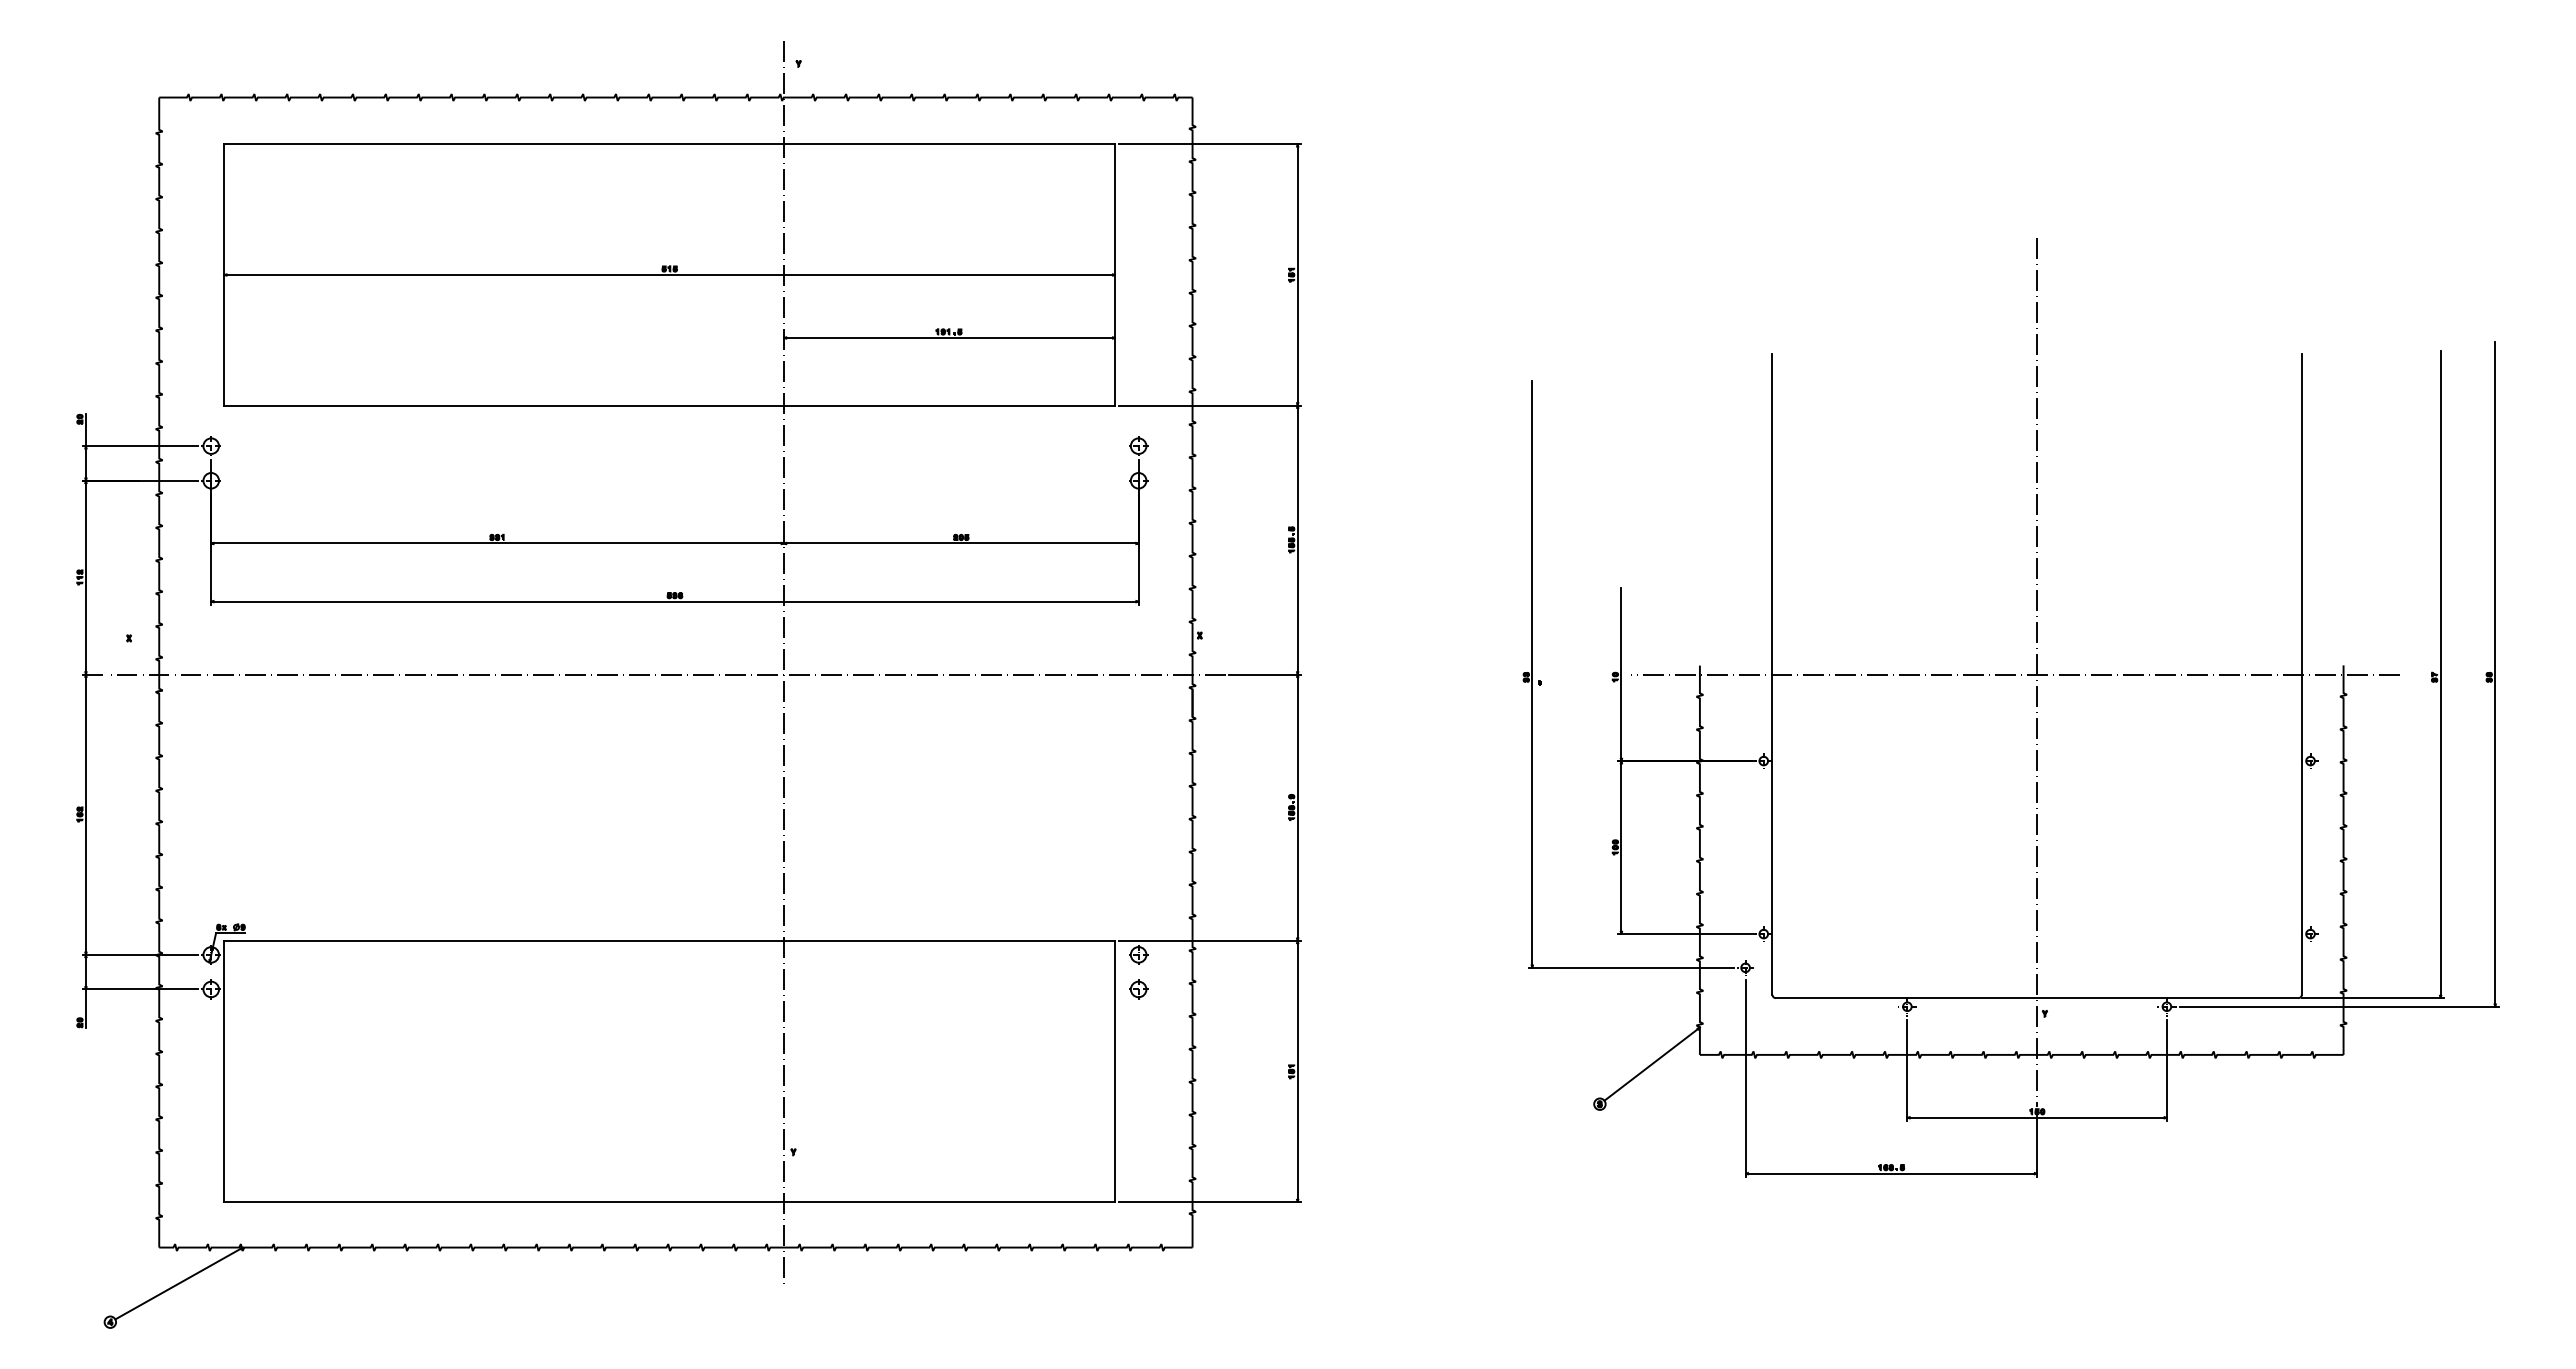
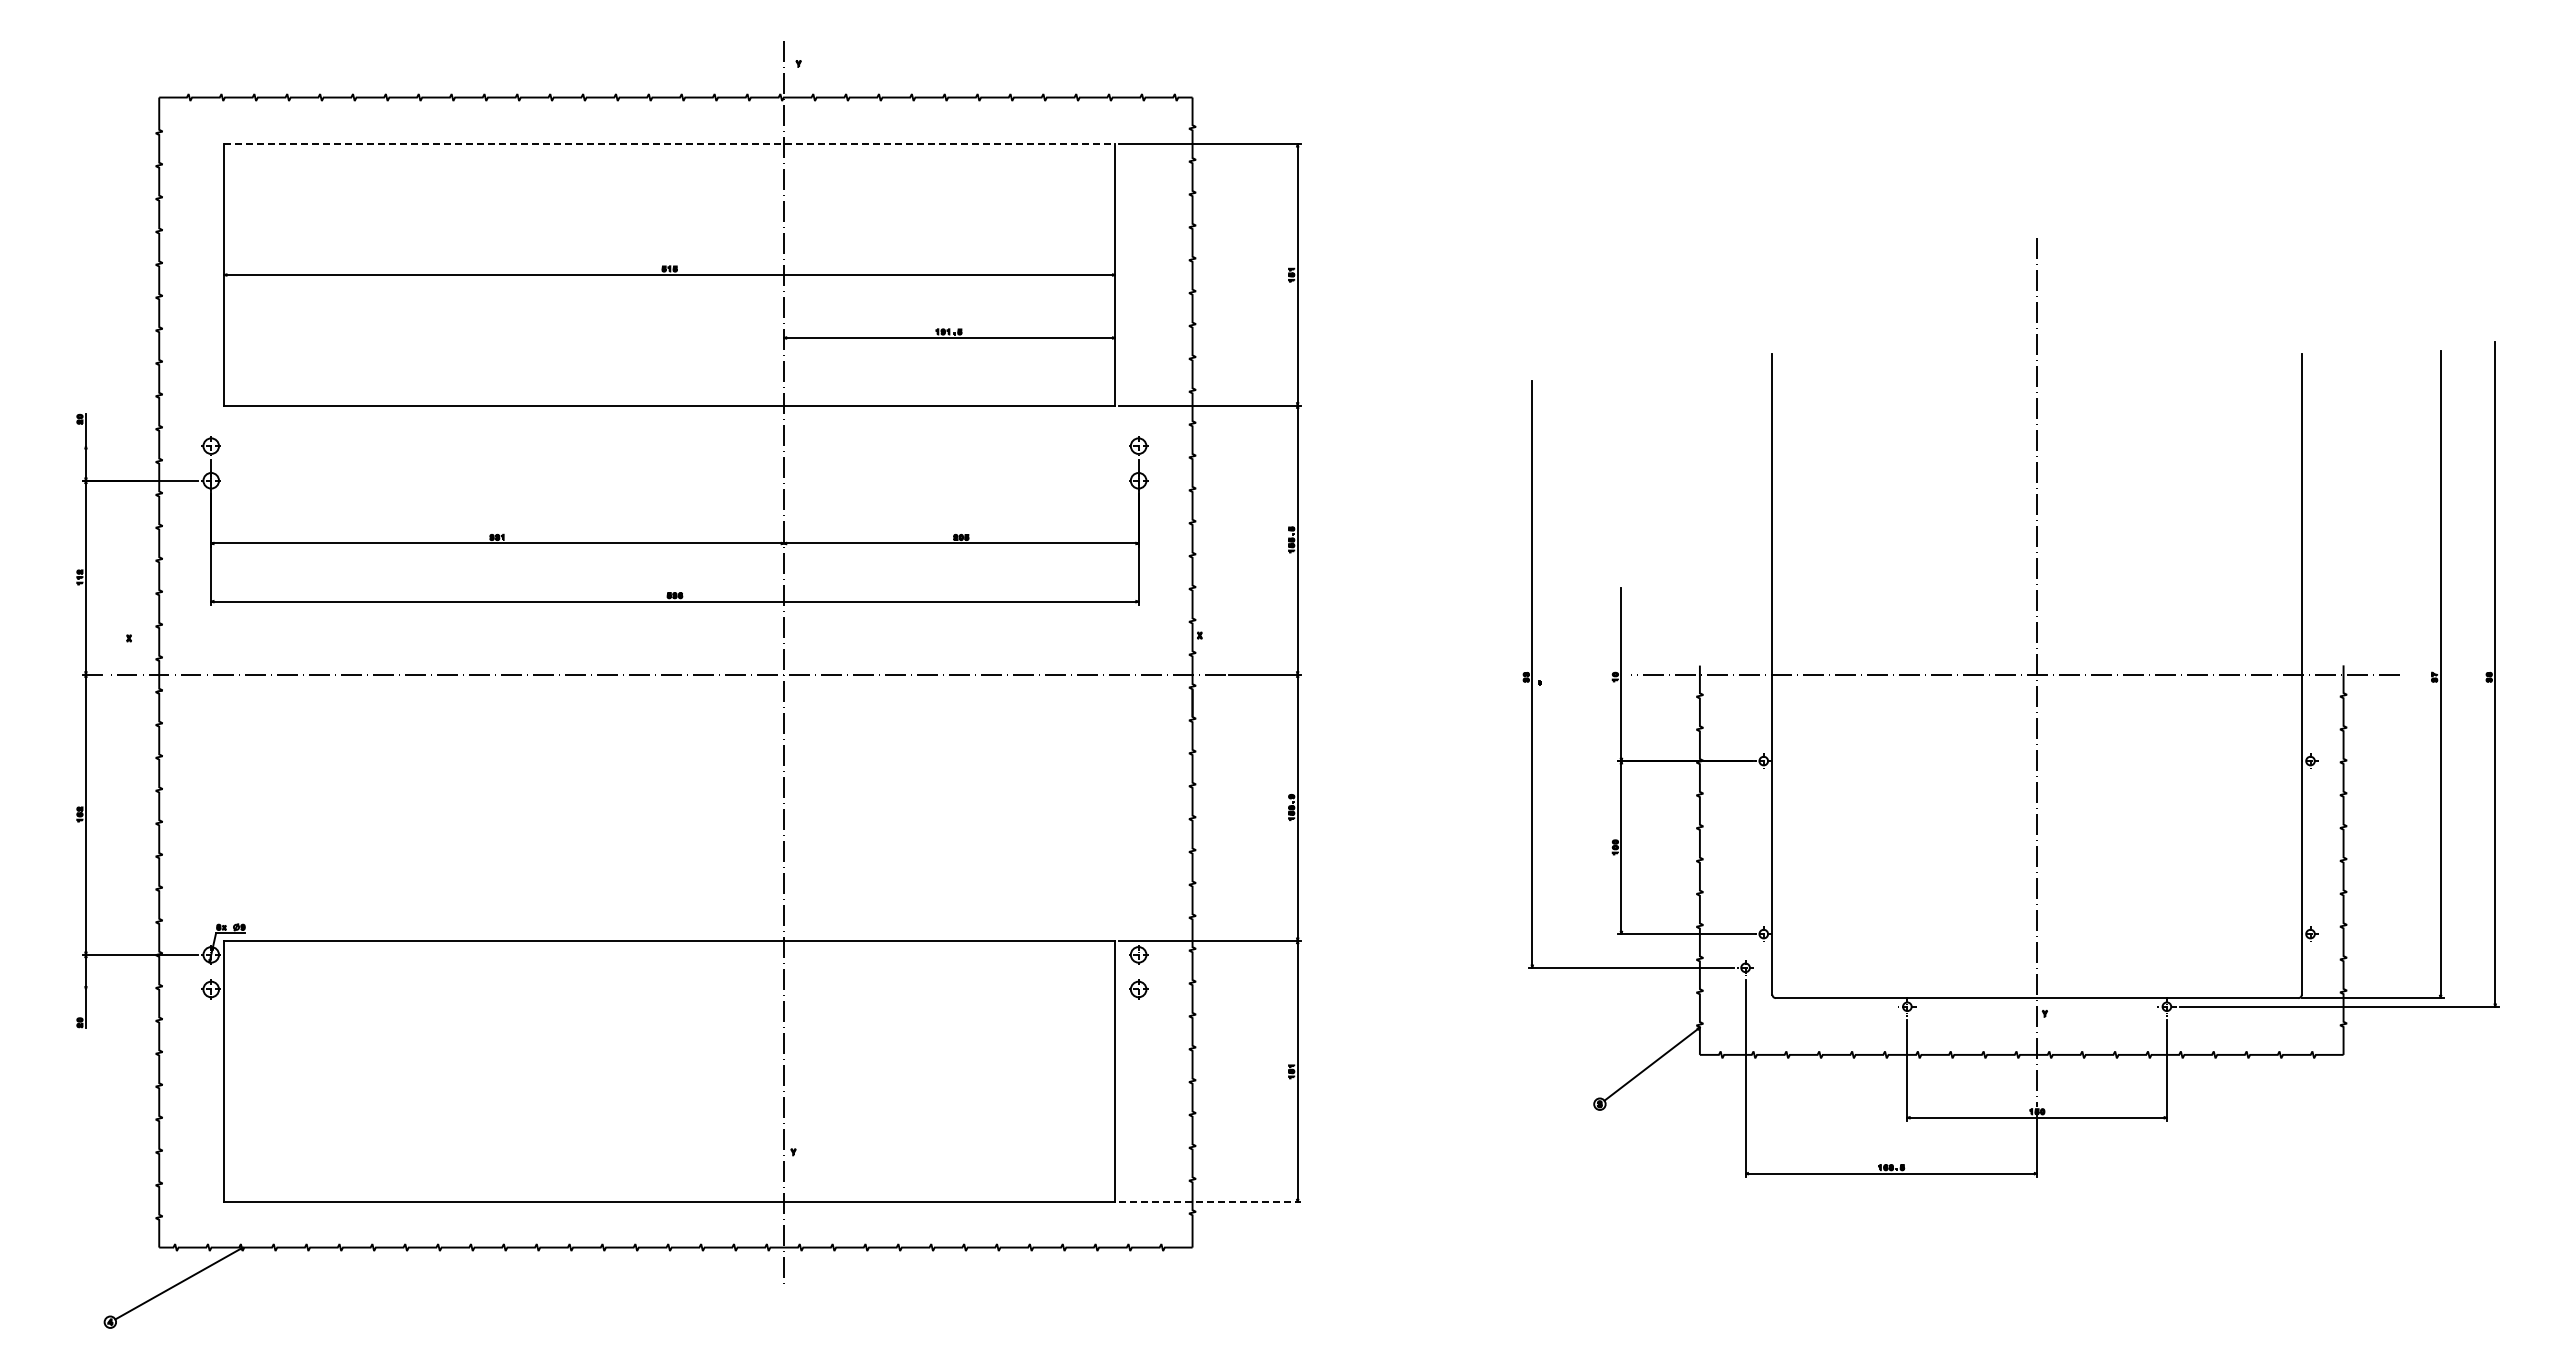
line at (669, 144): solid -> dashed
line at (139, 446): present -> none
line at (139, 989): present -> none
line at (1210, 1202): solid -> dashed
